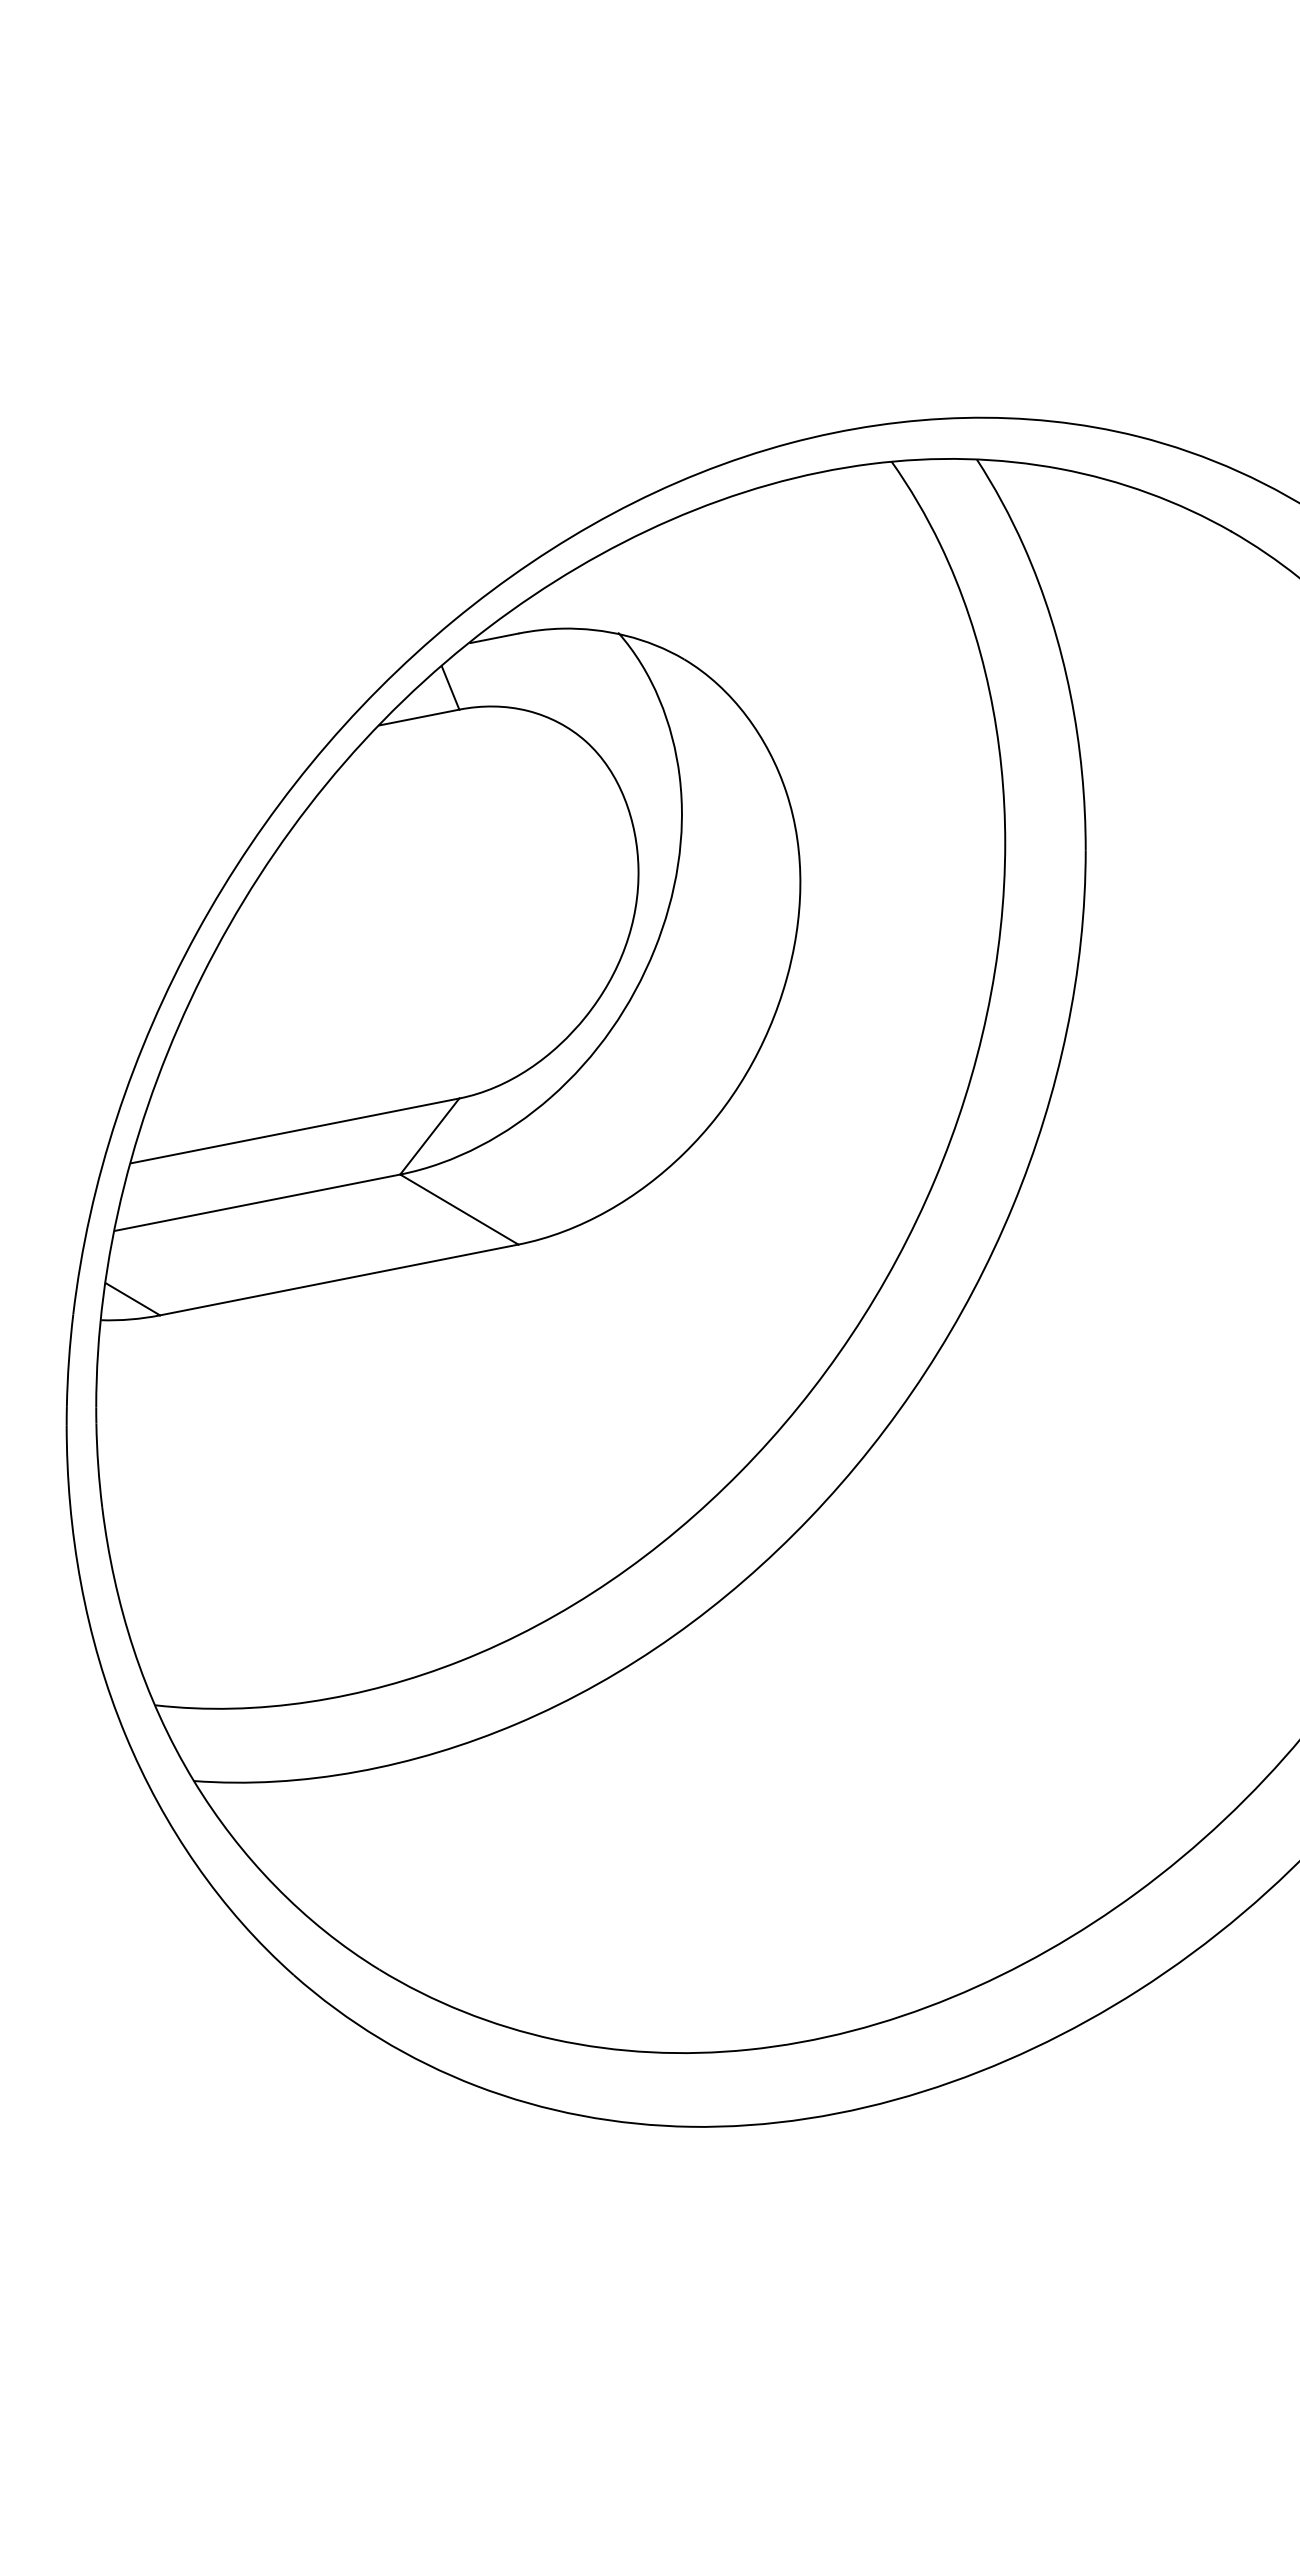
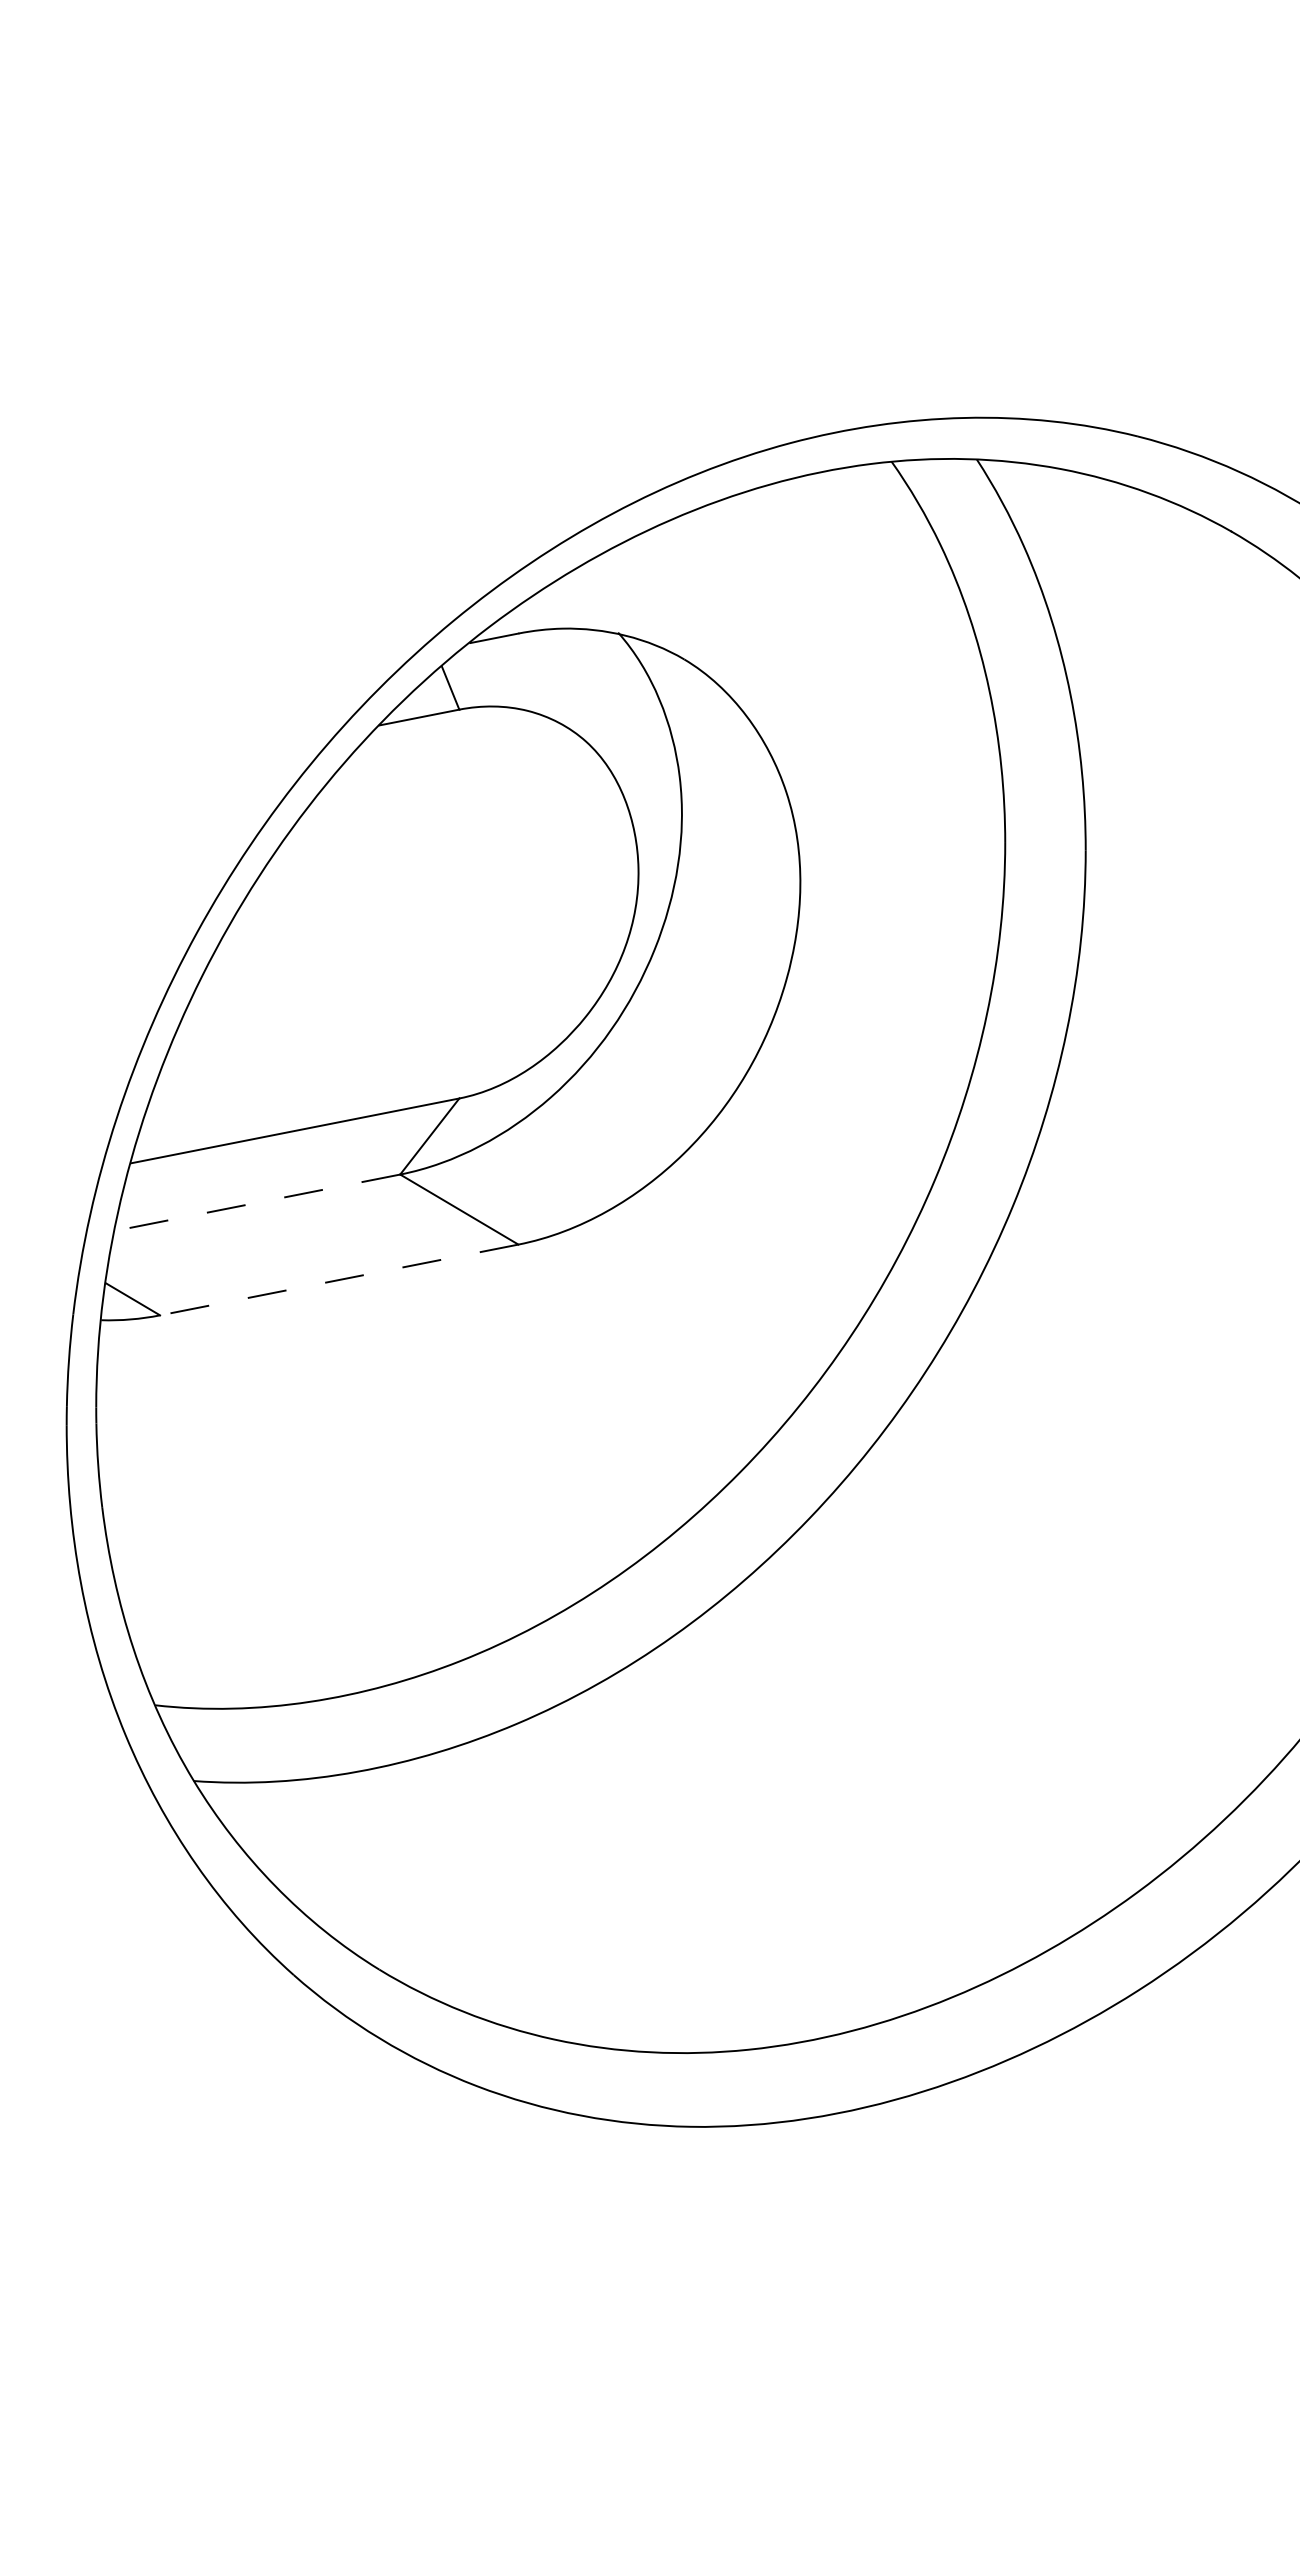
line at (257, 1202): solid -> dashed
line at (339, 1279): solid -> dashed
